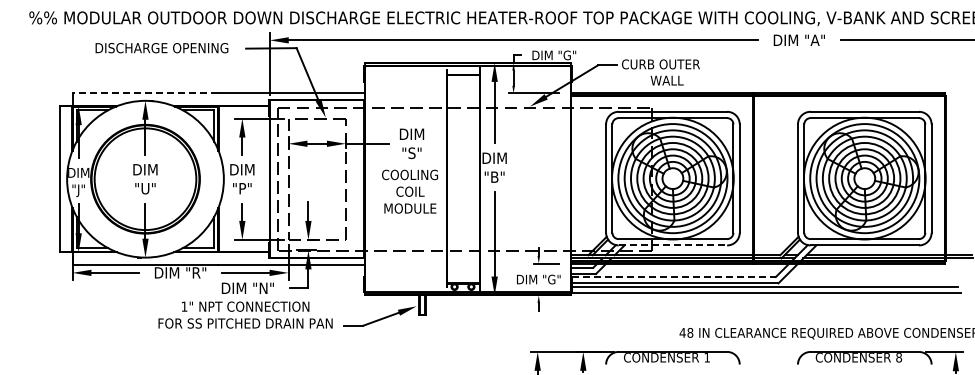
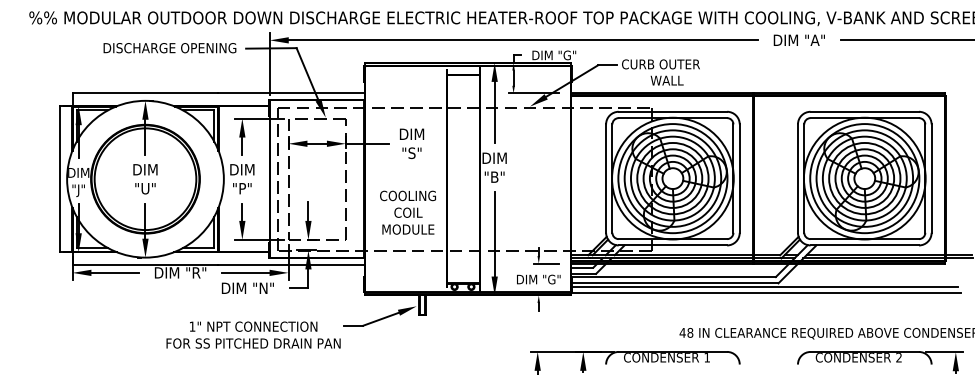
text at (161, 48) position: (161, 48) -> (169, 48)
line at (145, 93): dashed -> solid
text at (409, 191) position: (409, 191) -> (407, 212)
line at (673, 245): dashed -> solid
line at (674, 277): dashed -> solid
text at (245, 314) position: (245, 314) -> (253, 334)
text at (898, 357): 8 -> 2
